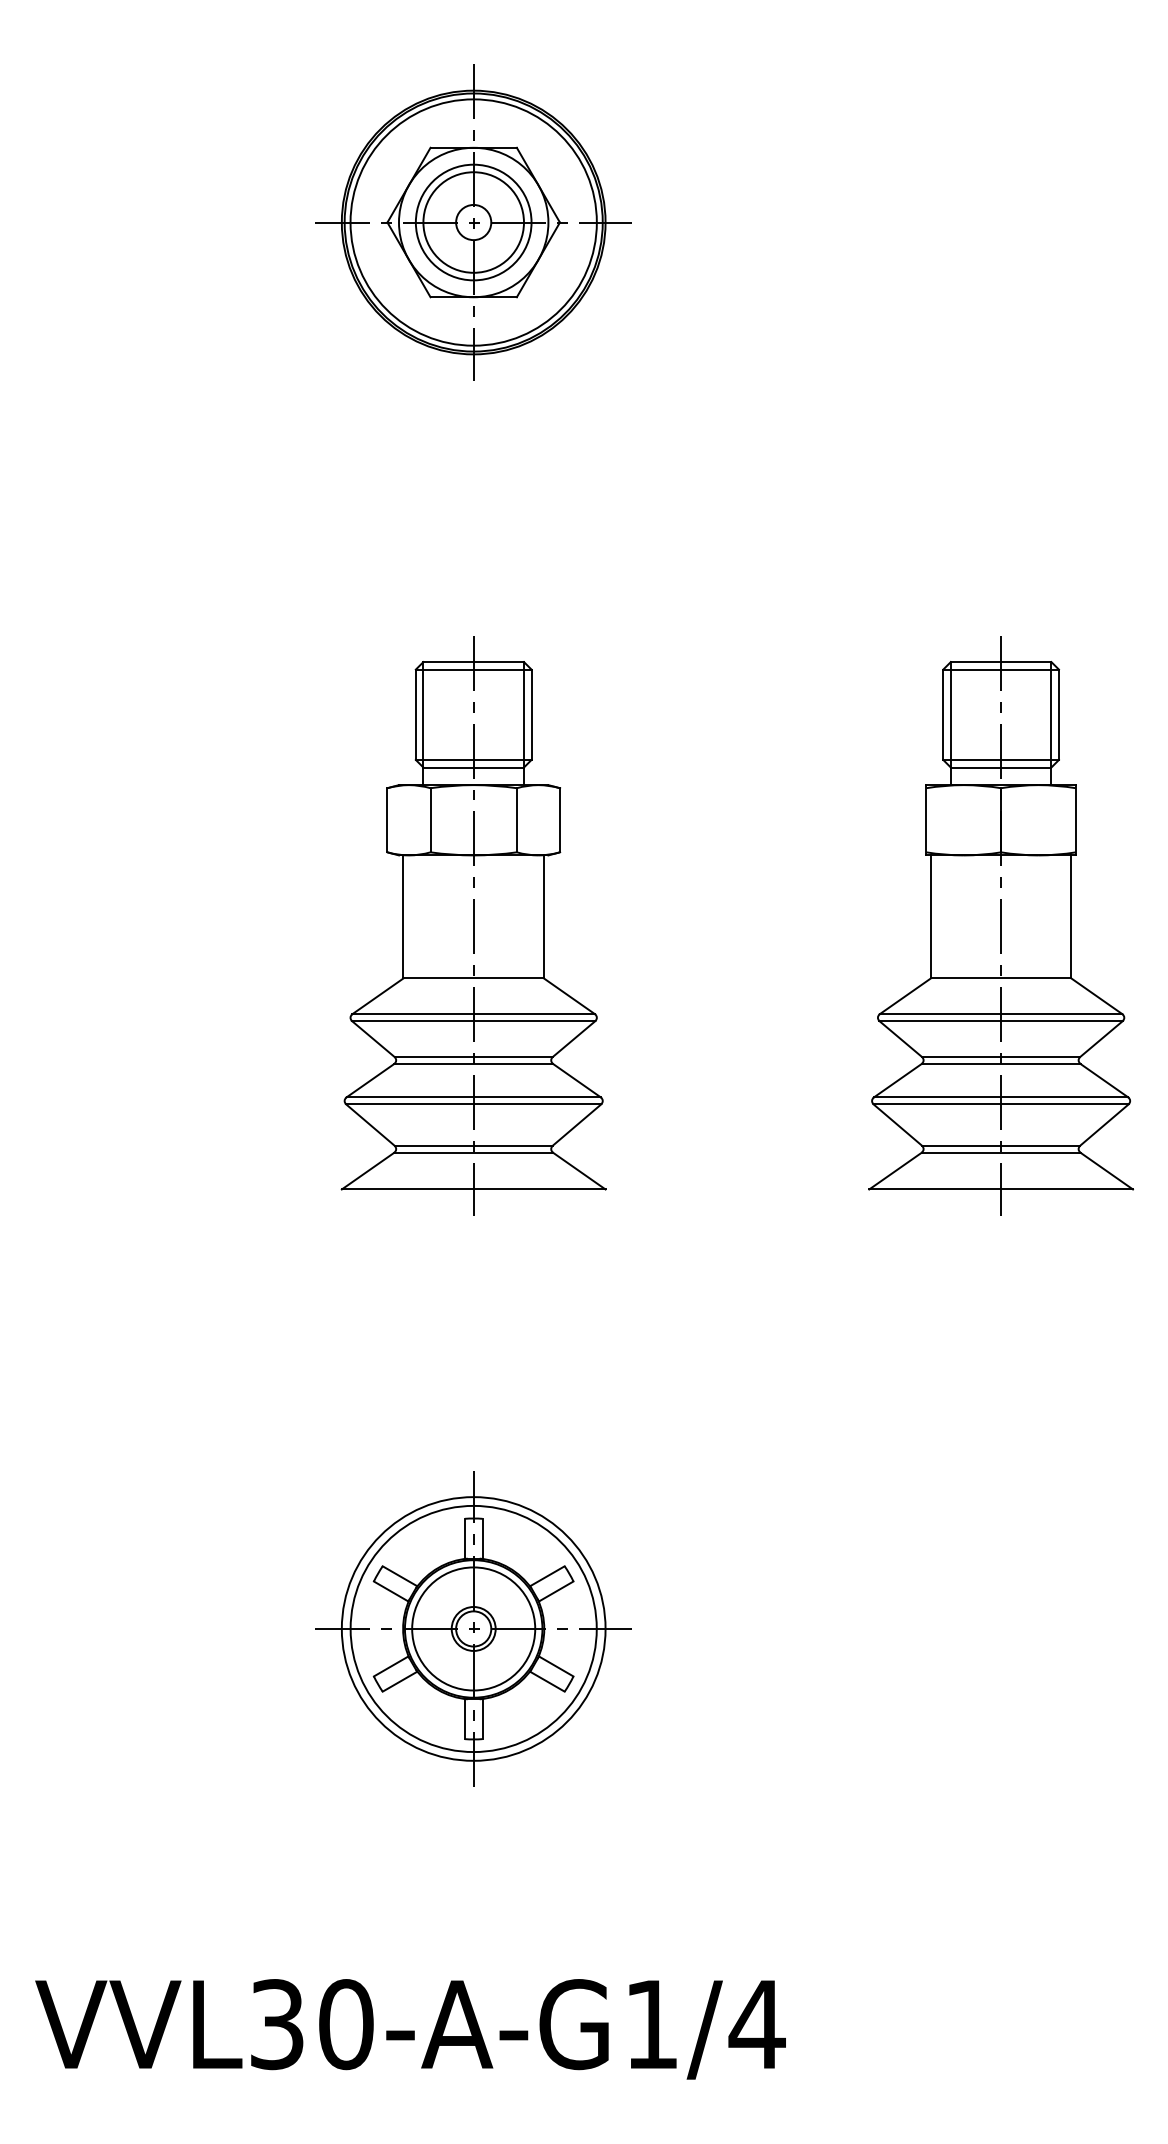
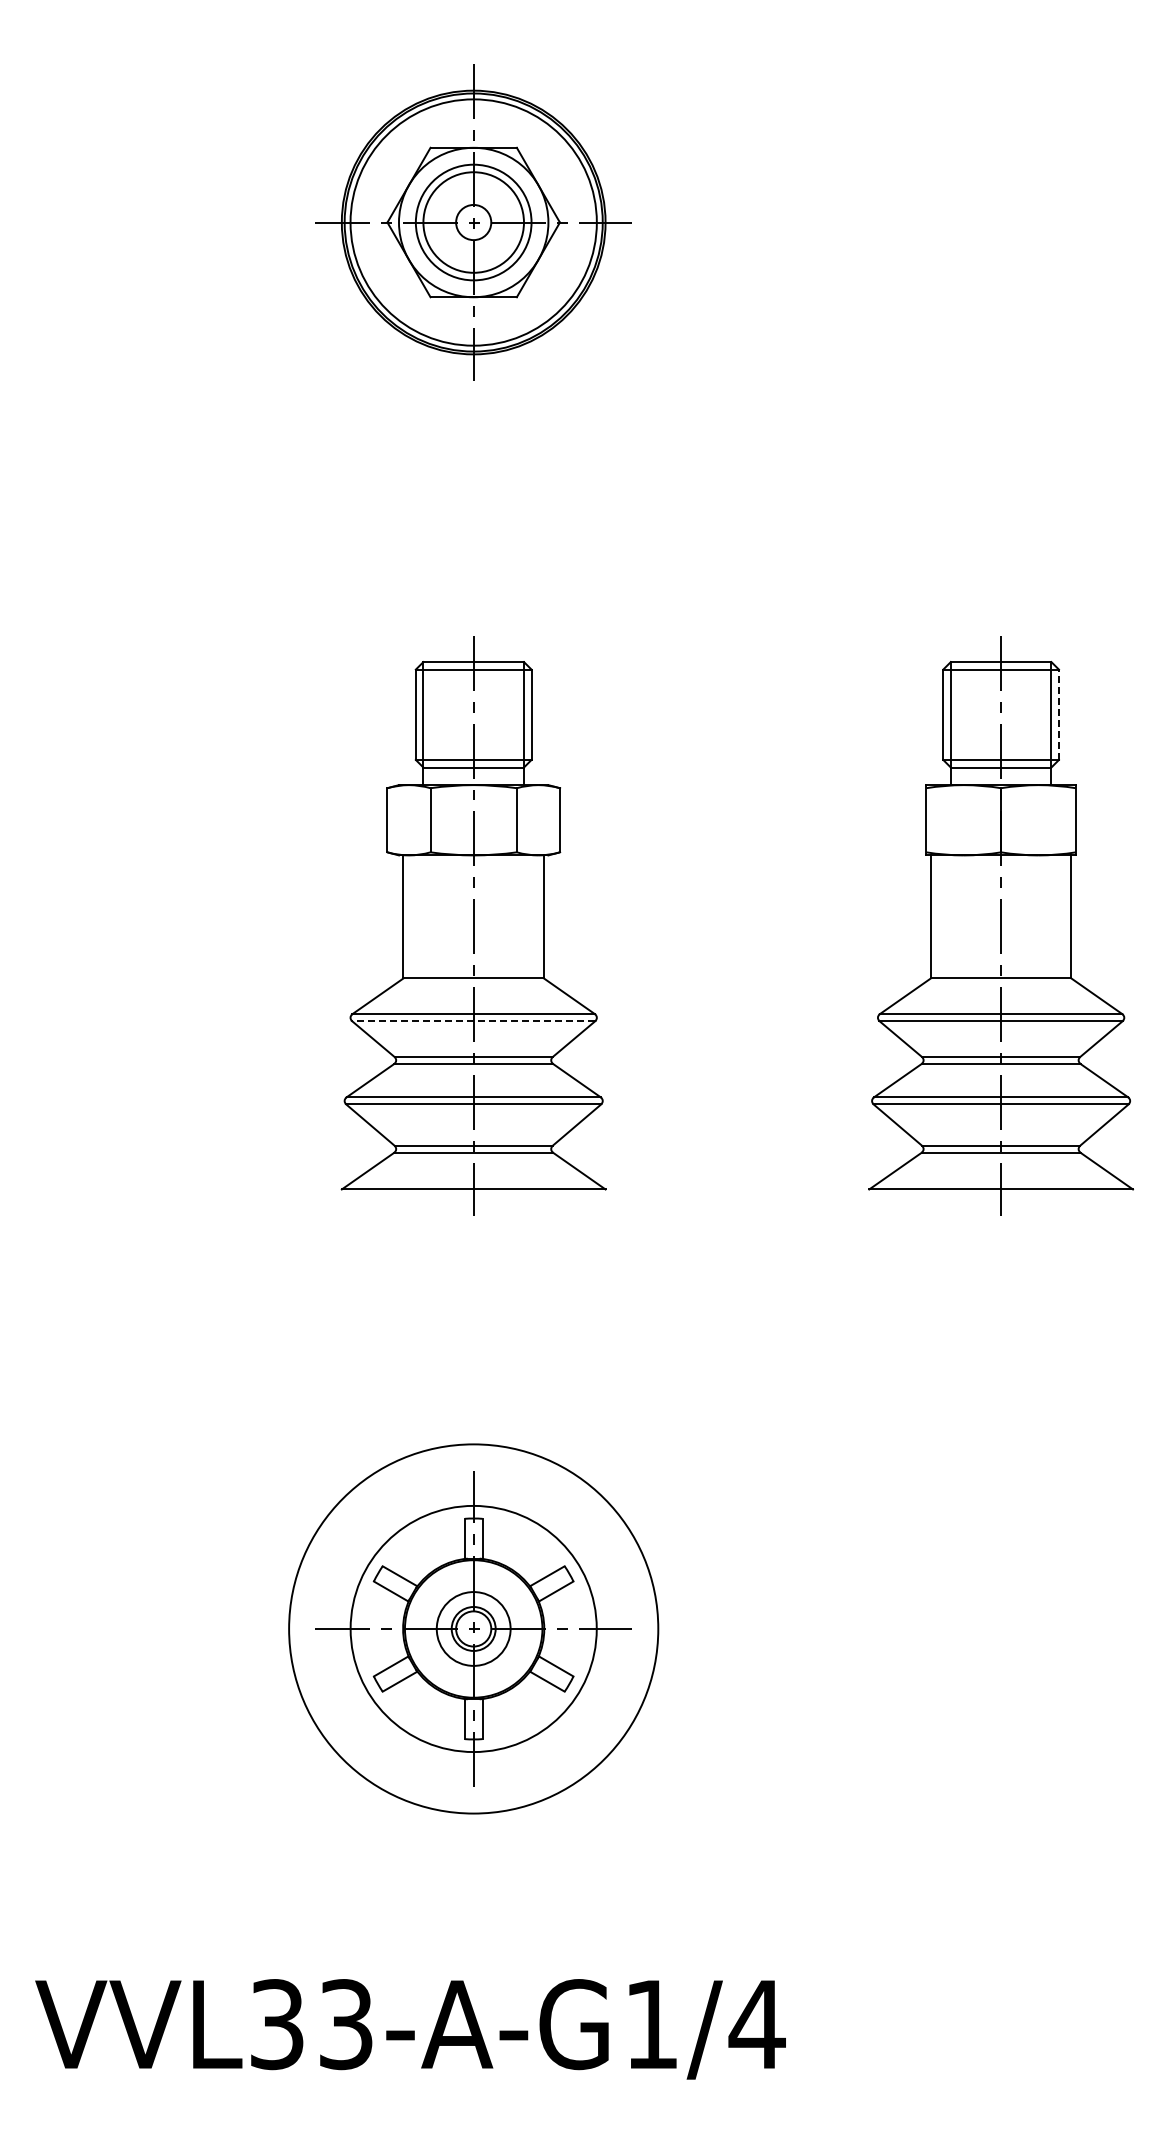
line at (1058, 714): solid -> dashed
line at (473, 1021): solid -> dashed
circle at (473, 1628) diameter: 123 px -> 74 px
circle at (473, 1628) diameter: 264 px -> 369 px
text at (346, 2024): VVL30-A-G1/4 -> VVL33-A-G1/4
